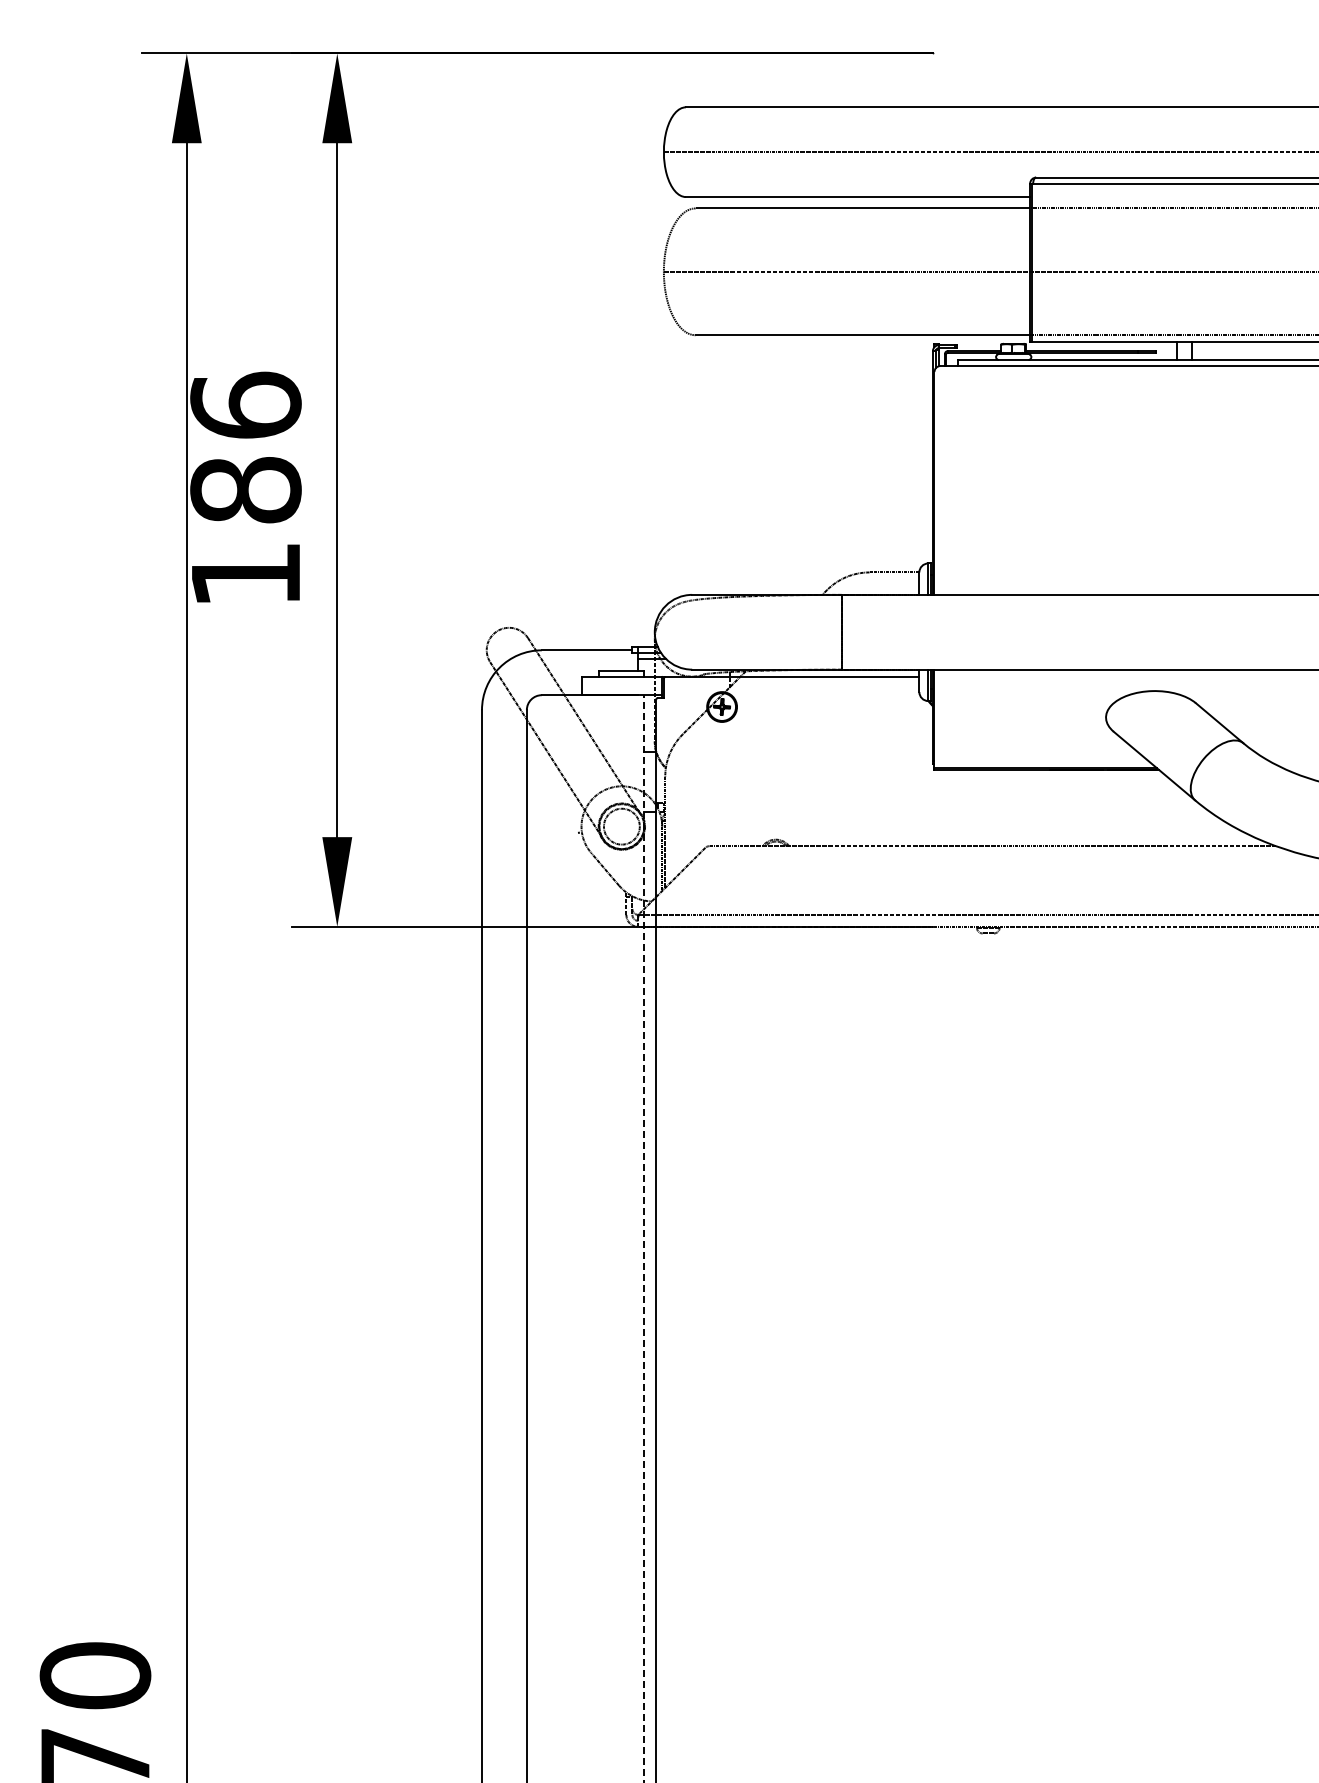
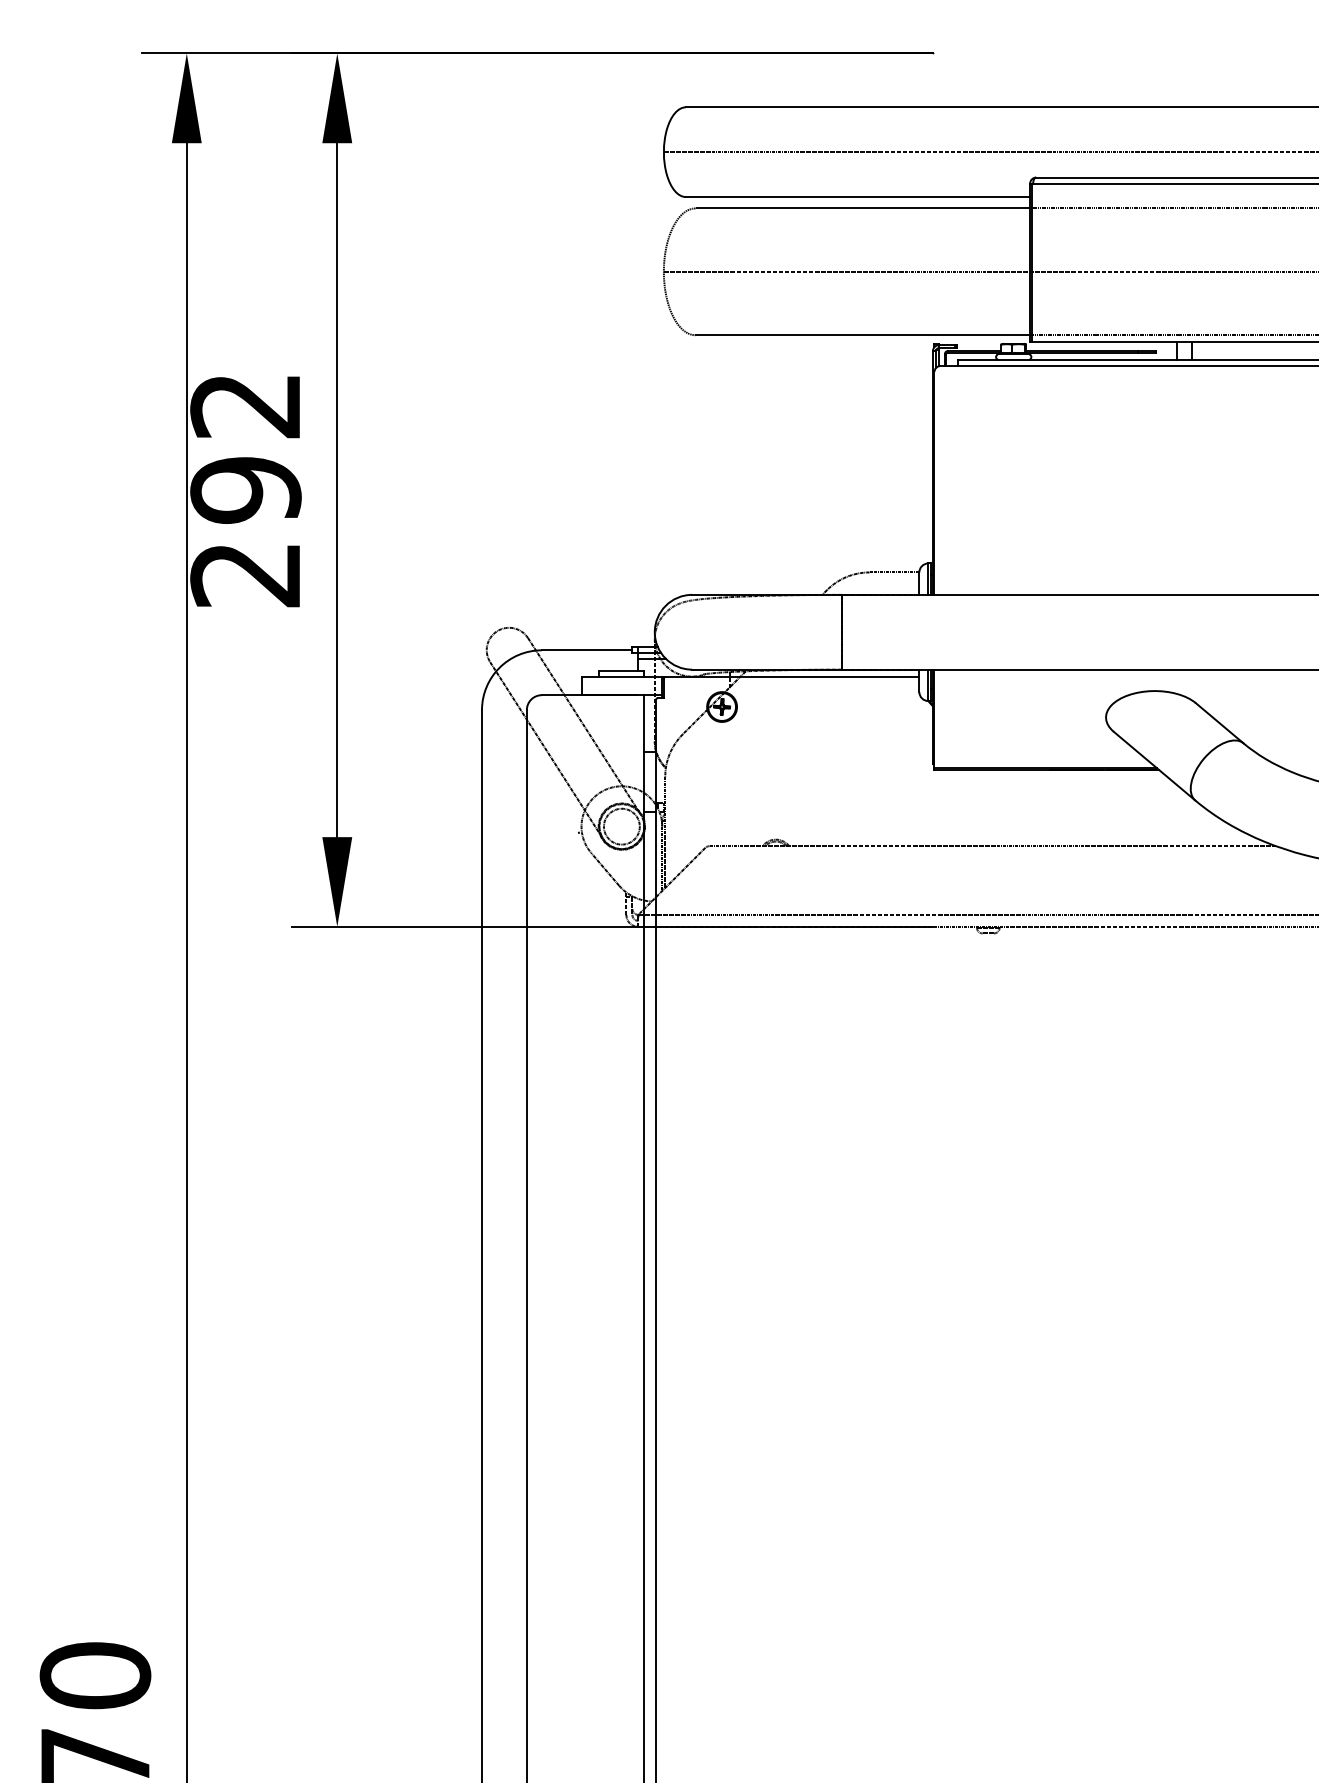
text at (245, 489): 186 -> 292
line at (644, 1238): dashed -> solid
